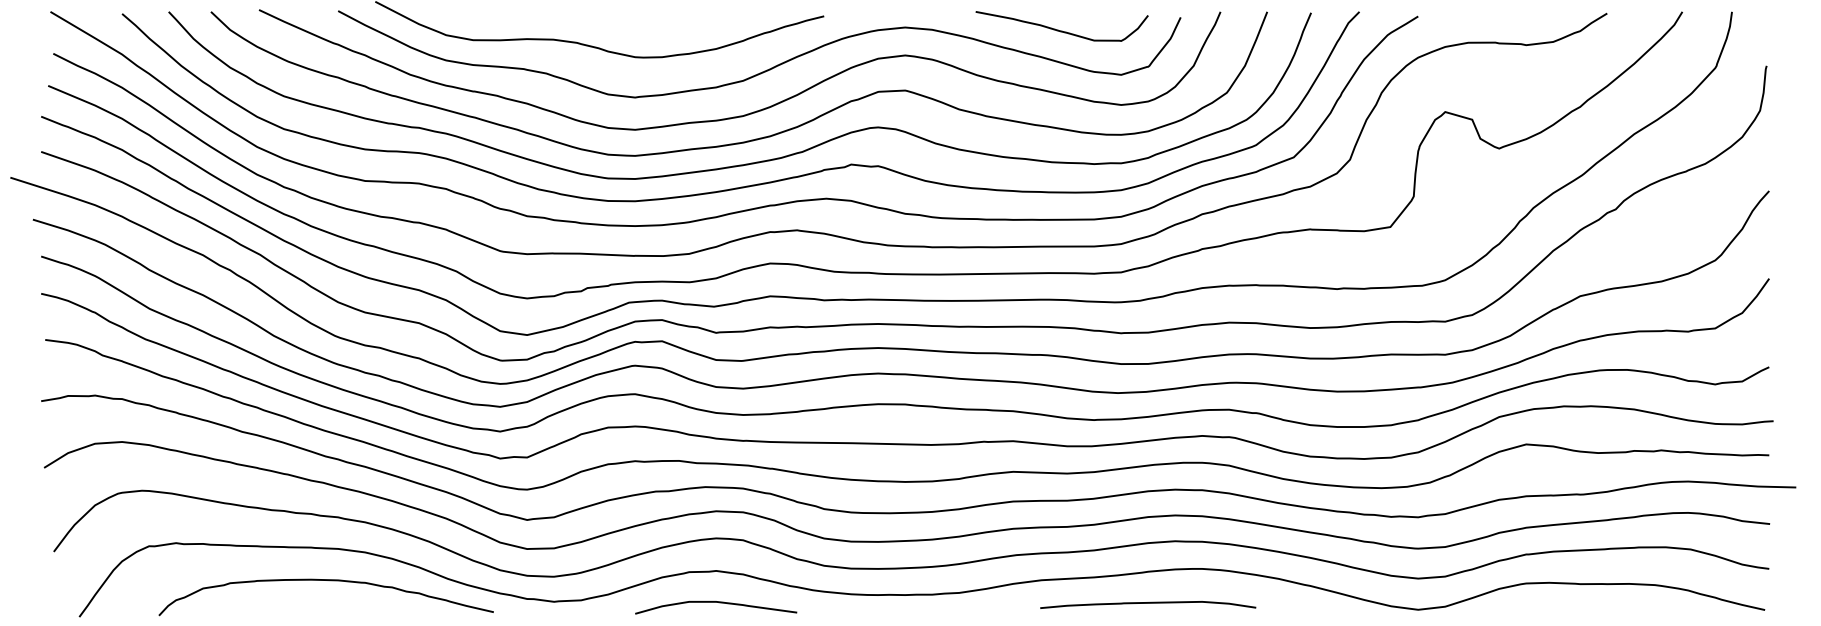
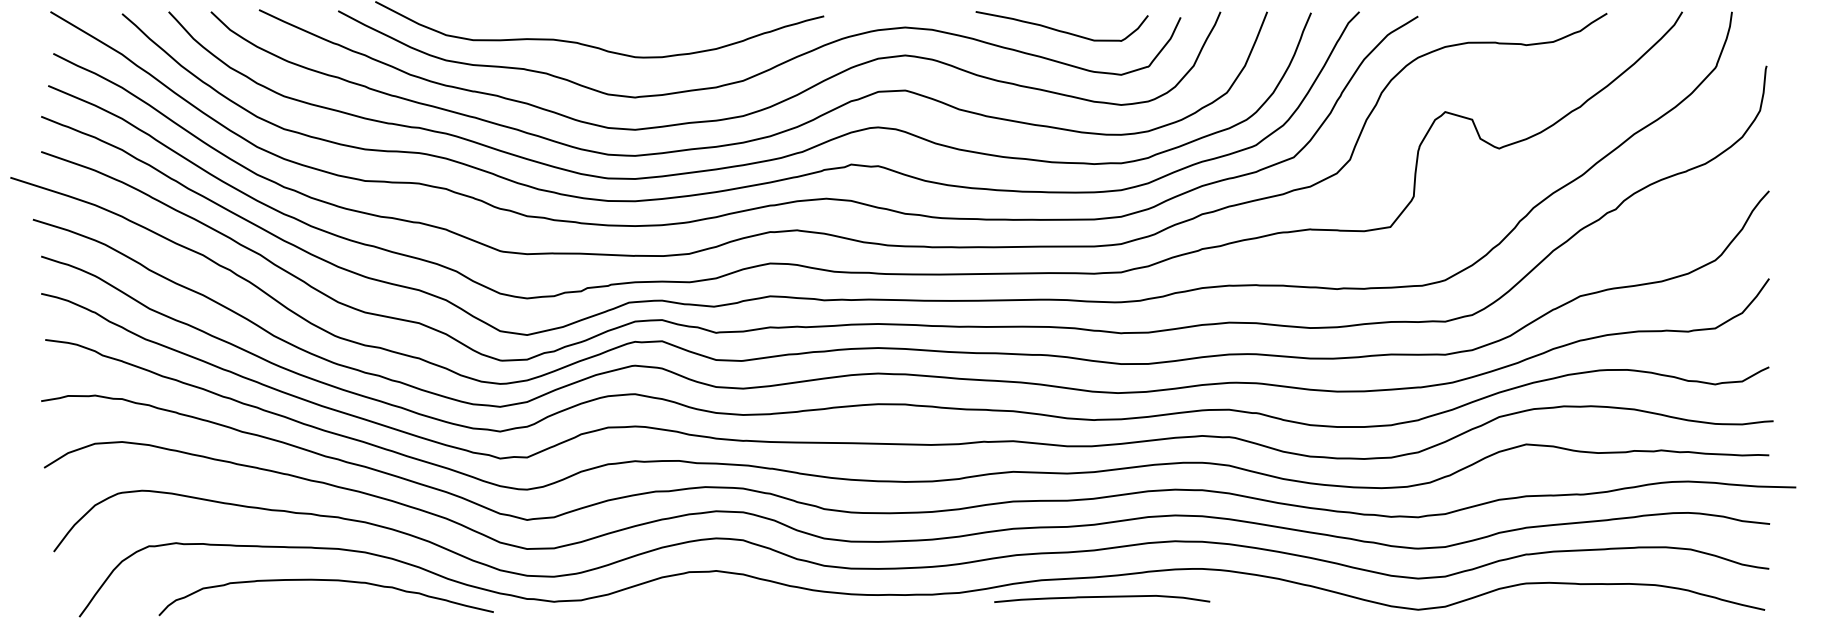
curve at (716, 602): present -> none
curve at (1148, 603) position: (1148, 603) -> (1102, 597)
